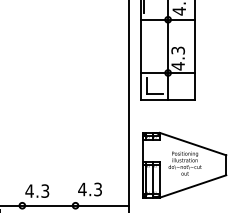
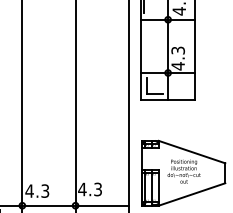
line at (22, 105): none -> present
line at (75, 105): none -> present
part at (184, 164) position: (184, 164) -> (183, 172)
